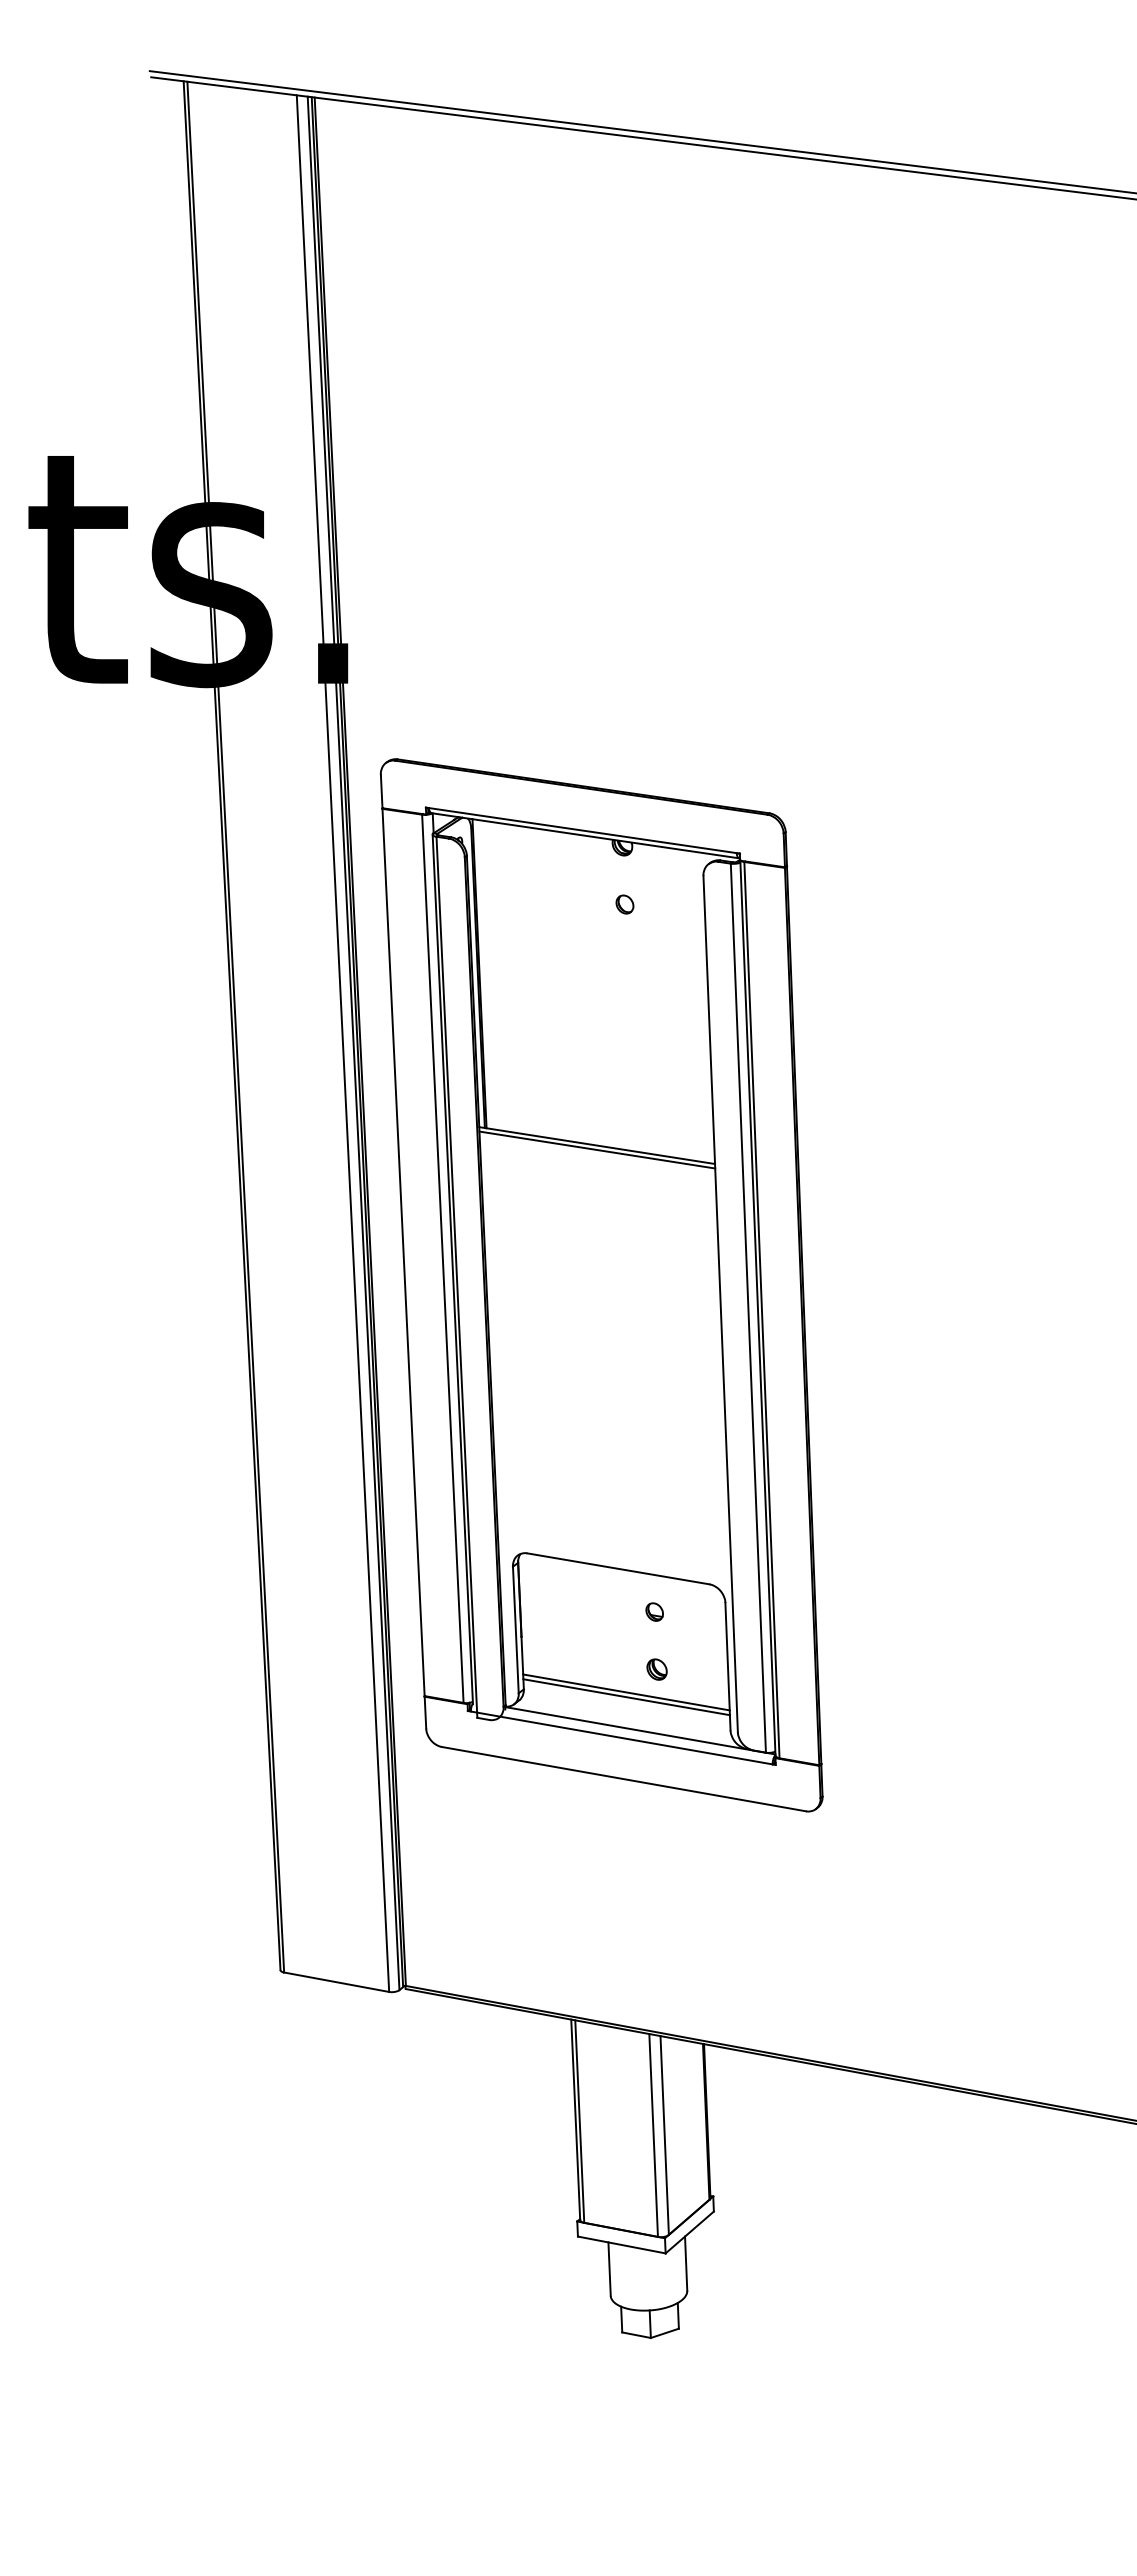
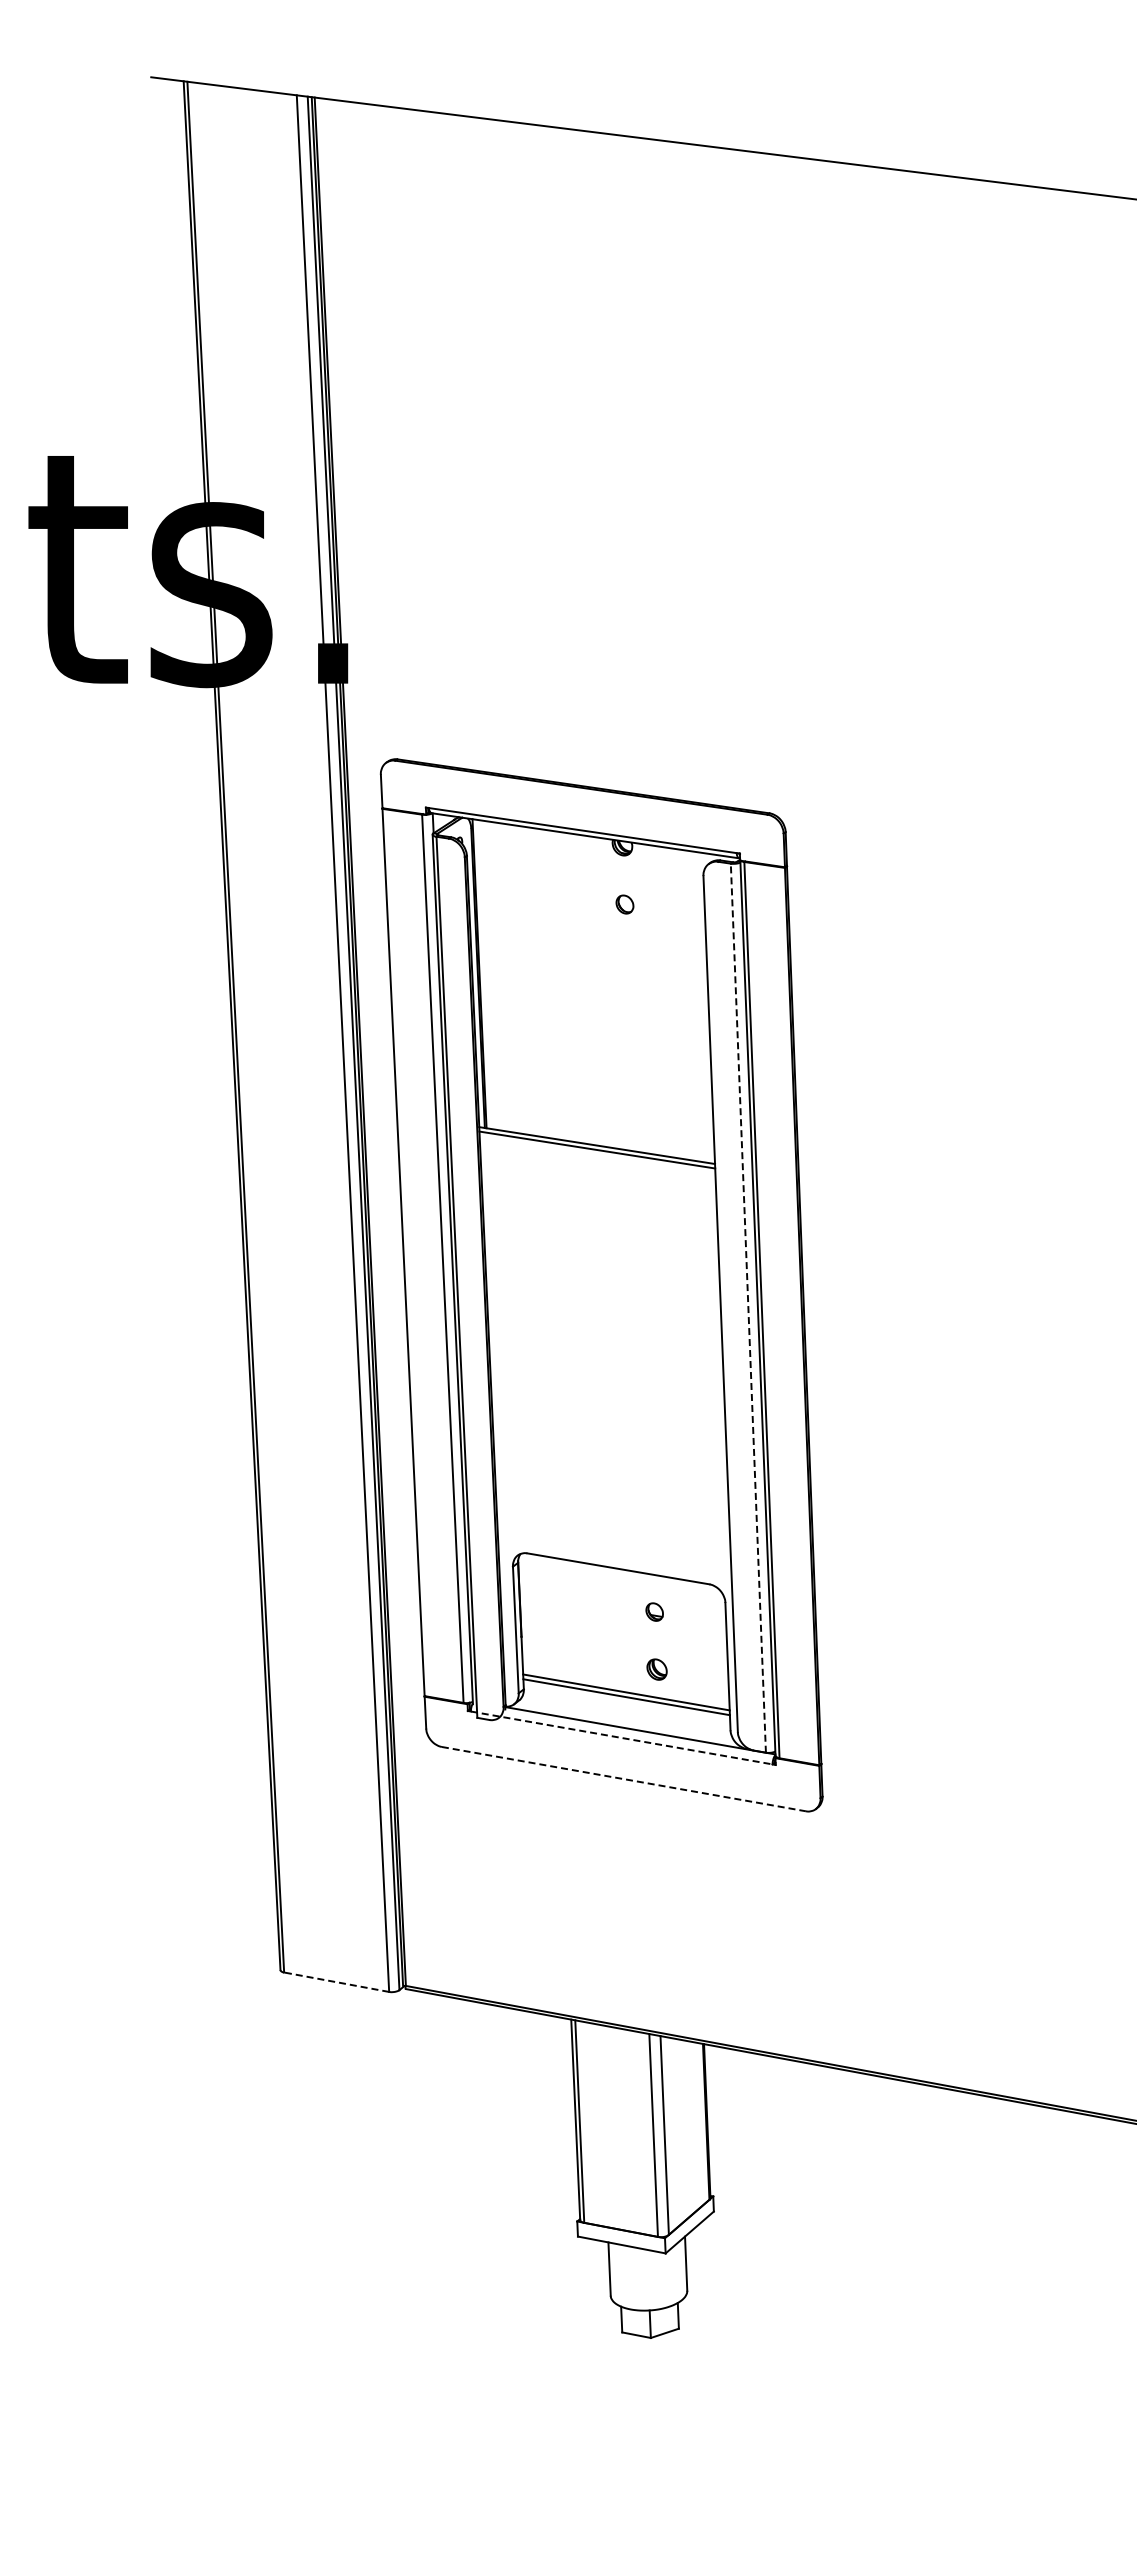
line at (641, 132): present -> none
line at (748, 1308): solid -> dashed
line at (622, 1738): solid -> dashed
line at (623, 1779): solid -> dashed
line at (336, 1982): solid -> dashed
